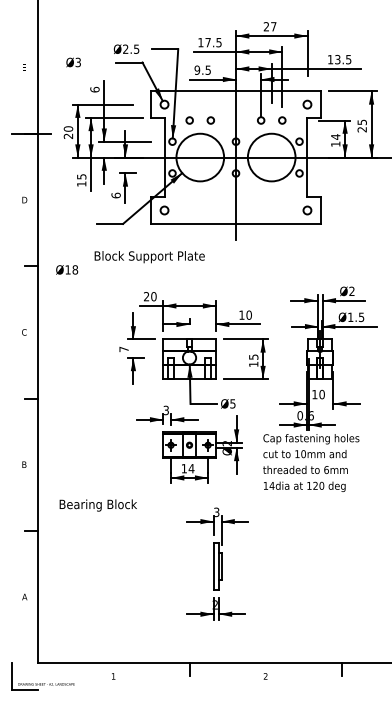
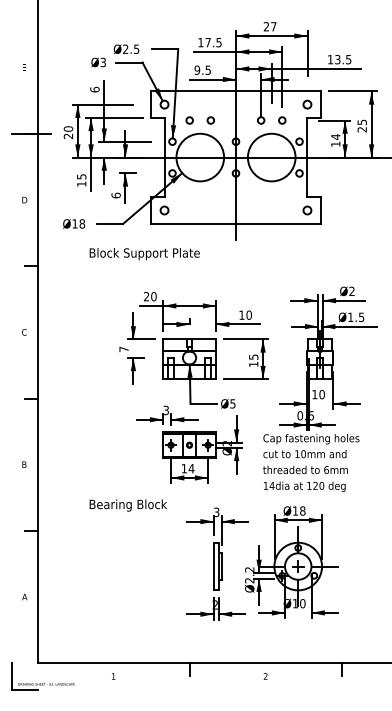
text at (73, 62) position: (73, 62) -> (98, 62)
text at (149, 257) position: (149, 257) -> (144, 254)
text at (67, 269) position: (67, 269) -> (74, 223)
text at (97, 505) position: (97, 505) -> (127, 505)
part at (291, 562): none -> present
